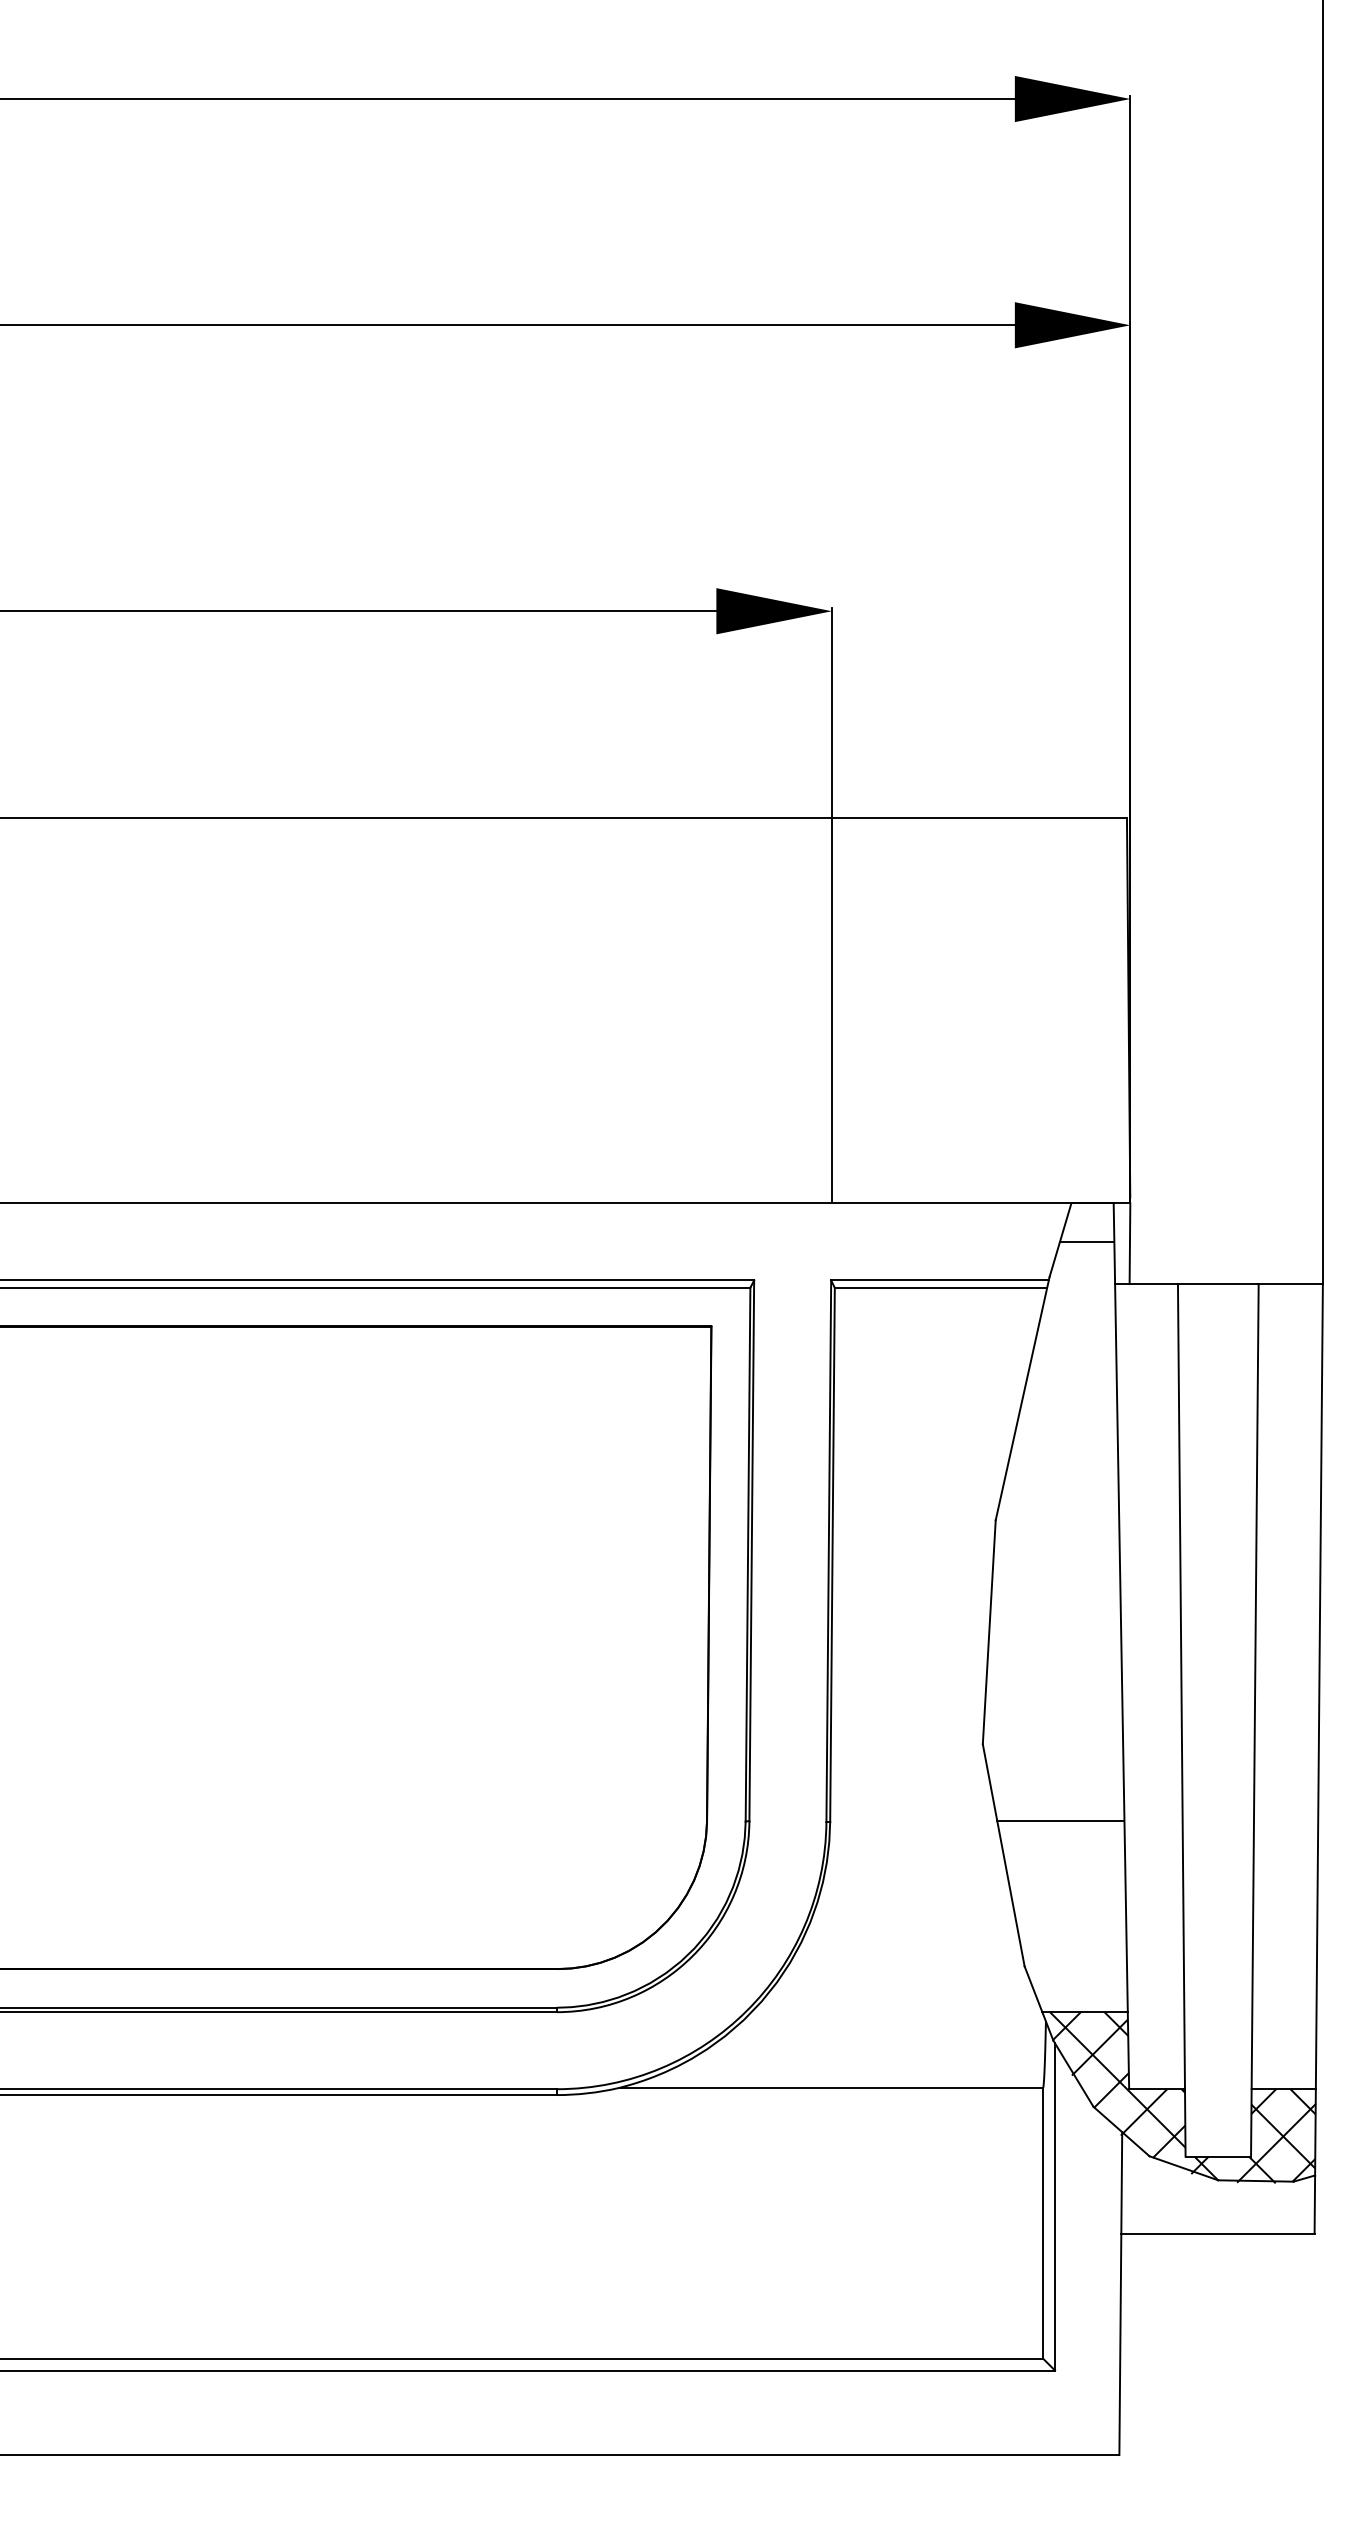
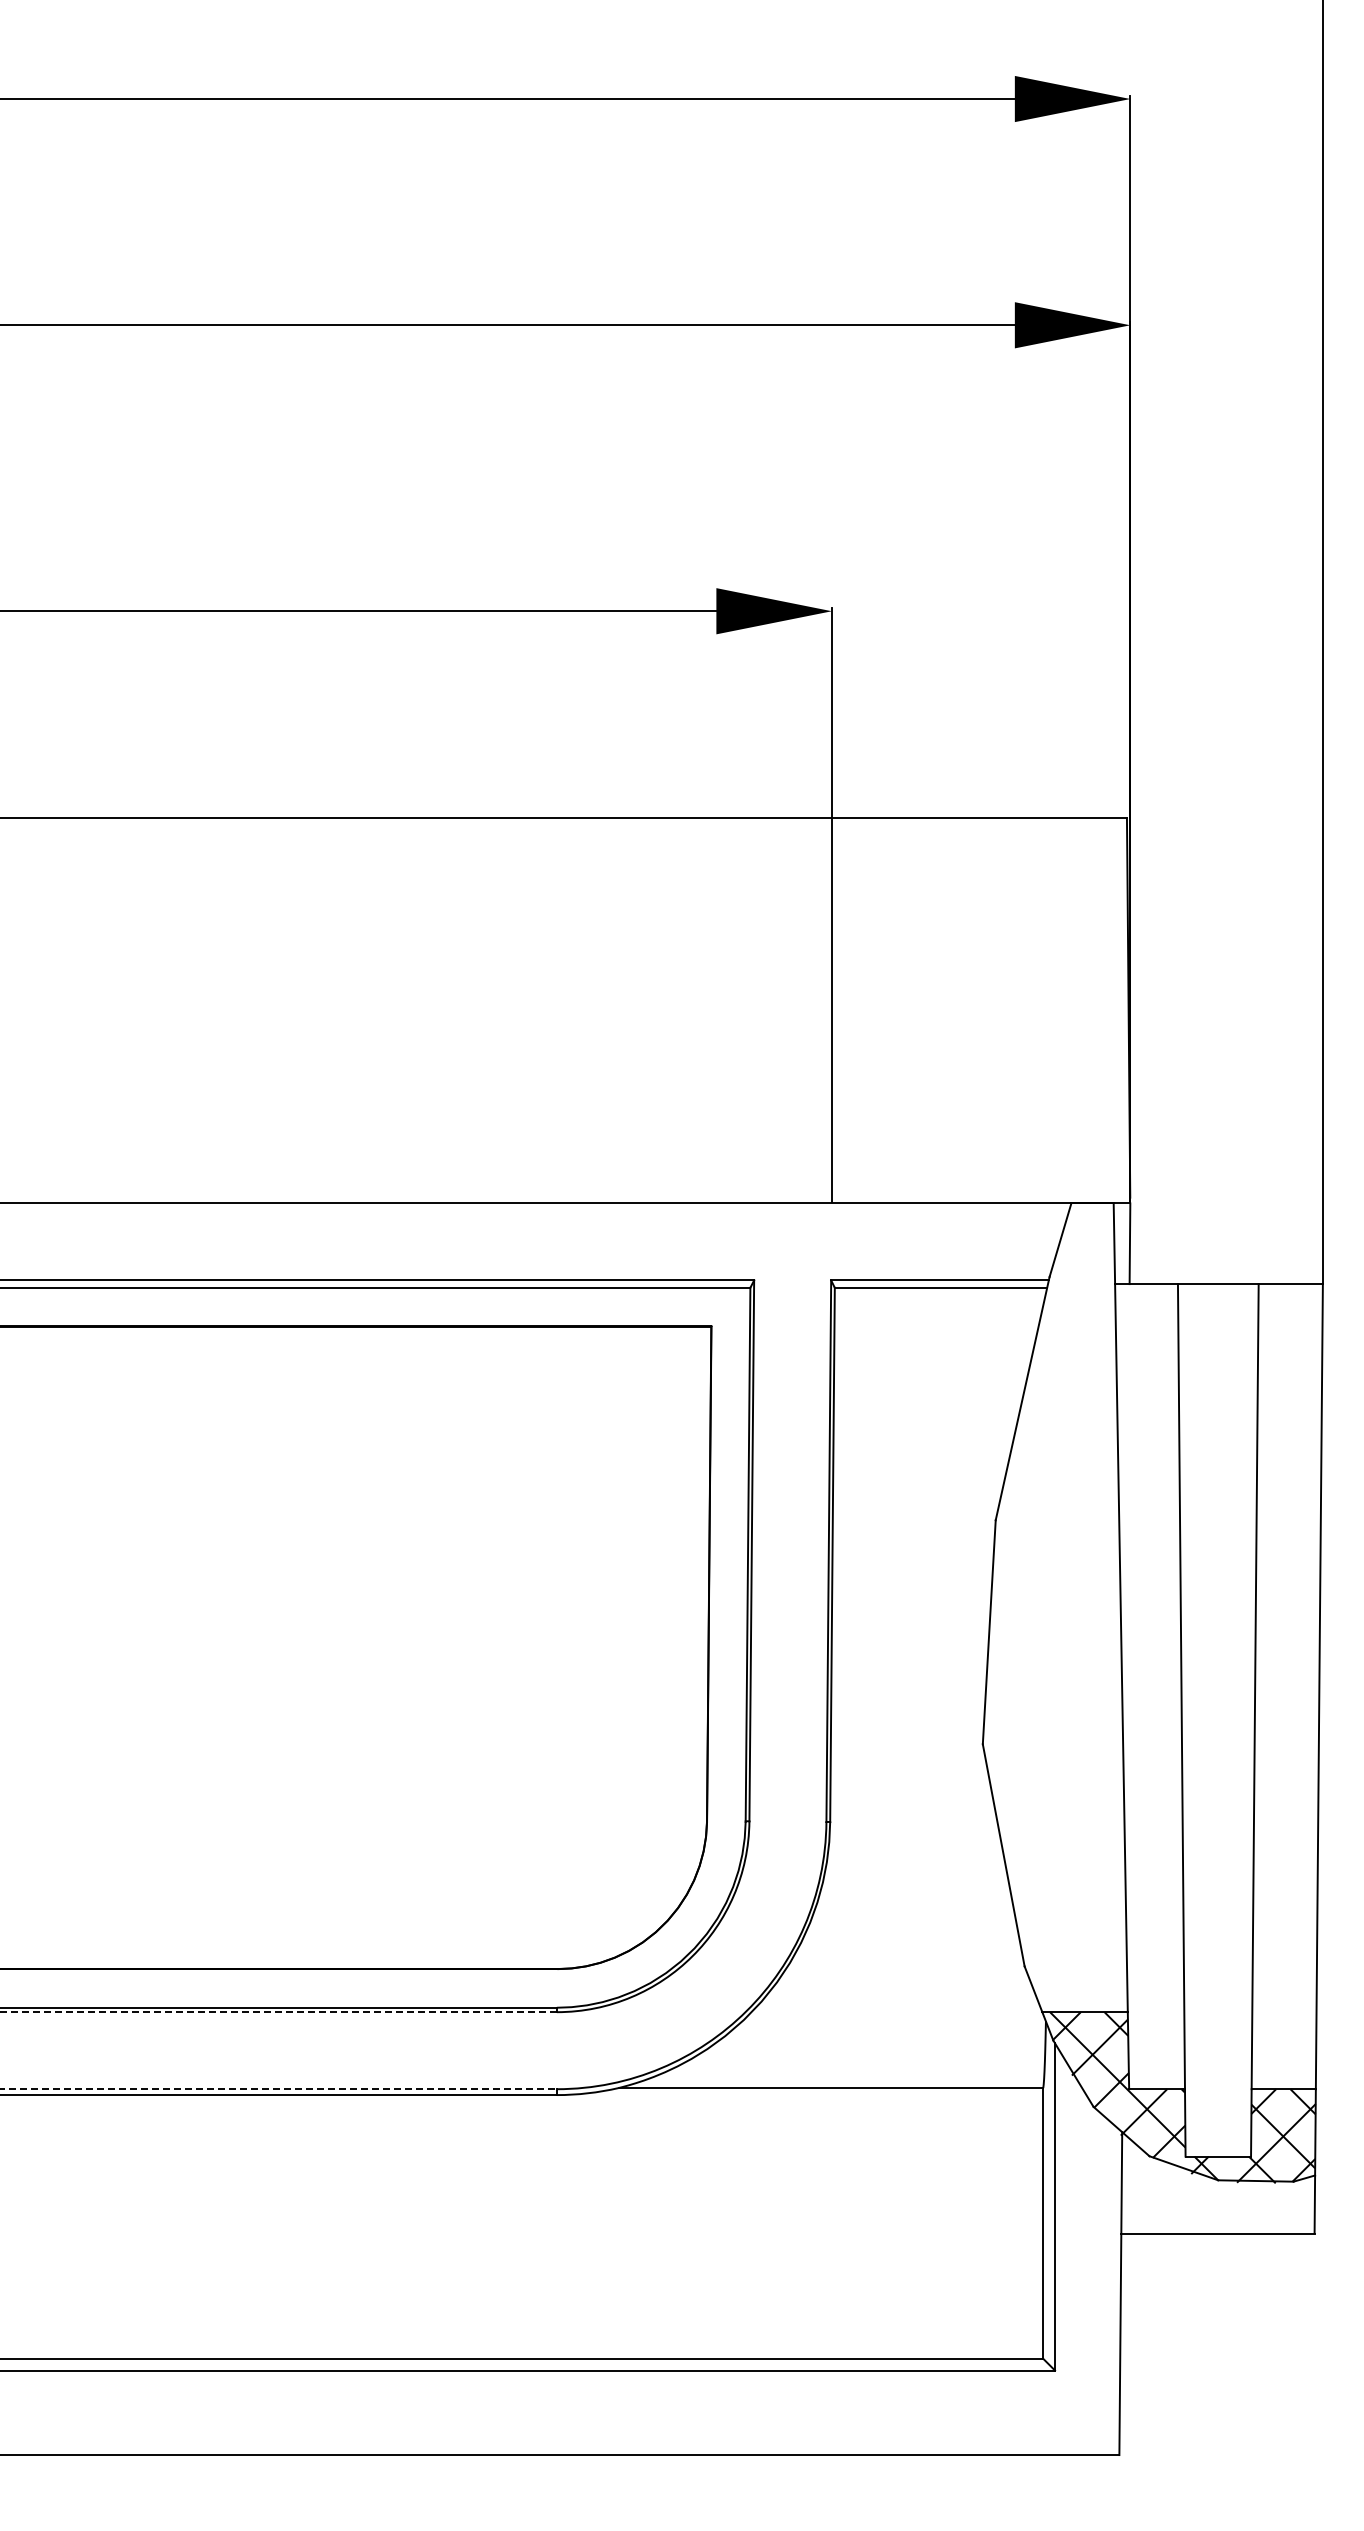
line at (1087, 1241): present -> none
line at (1060, 1821): present -> none
line at (278, 2012): solid -> dashed
line at (278, 2089): solid -> dashed
